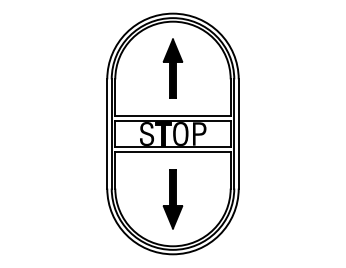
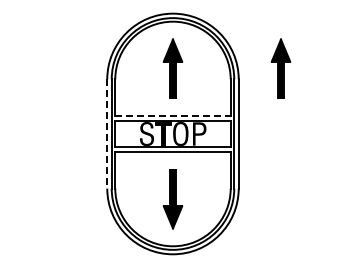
part at (280, 68): none -> present
line at (173, 116): solid -> dashed
line at (107, 134): solid -> dashed
